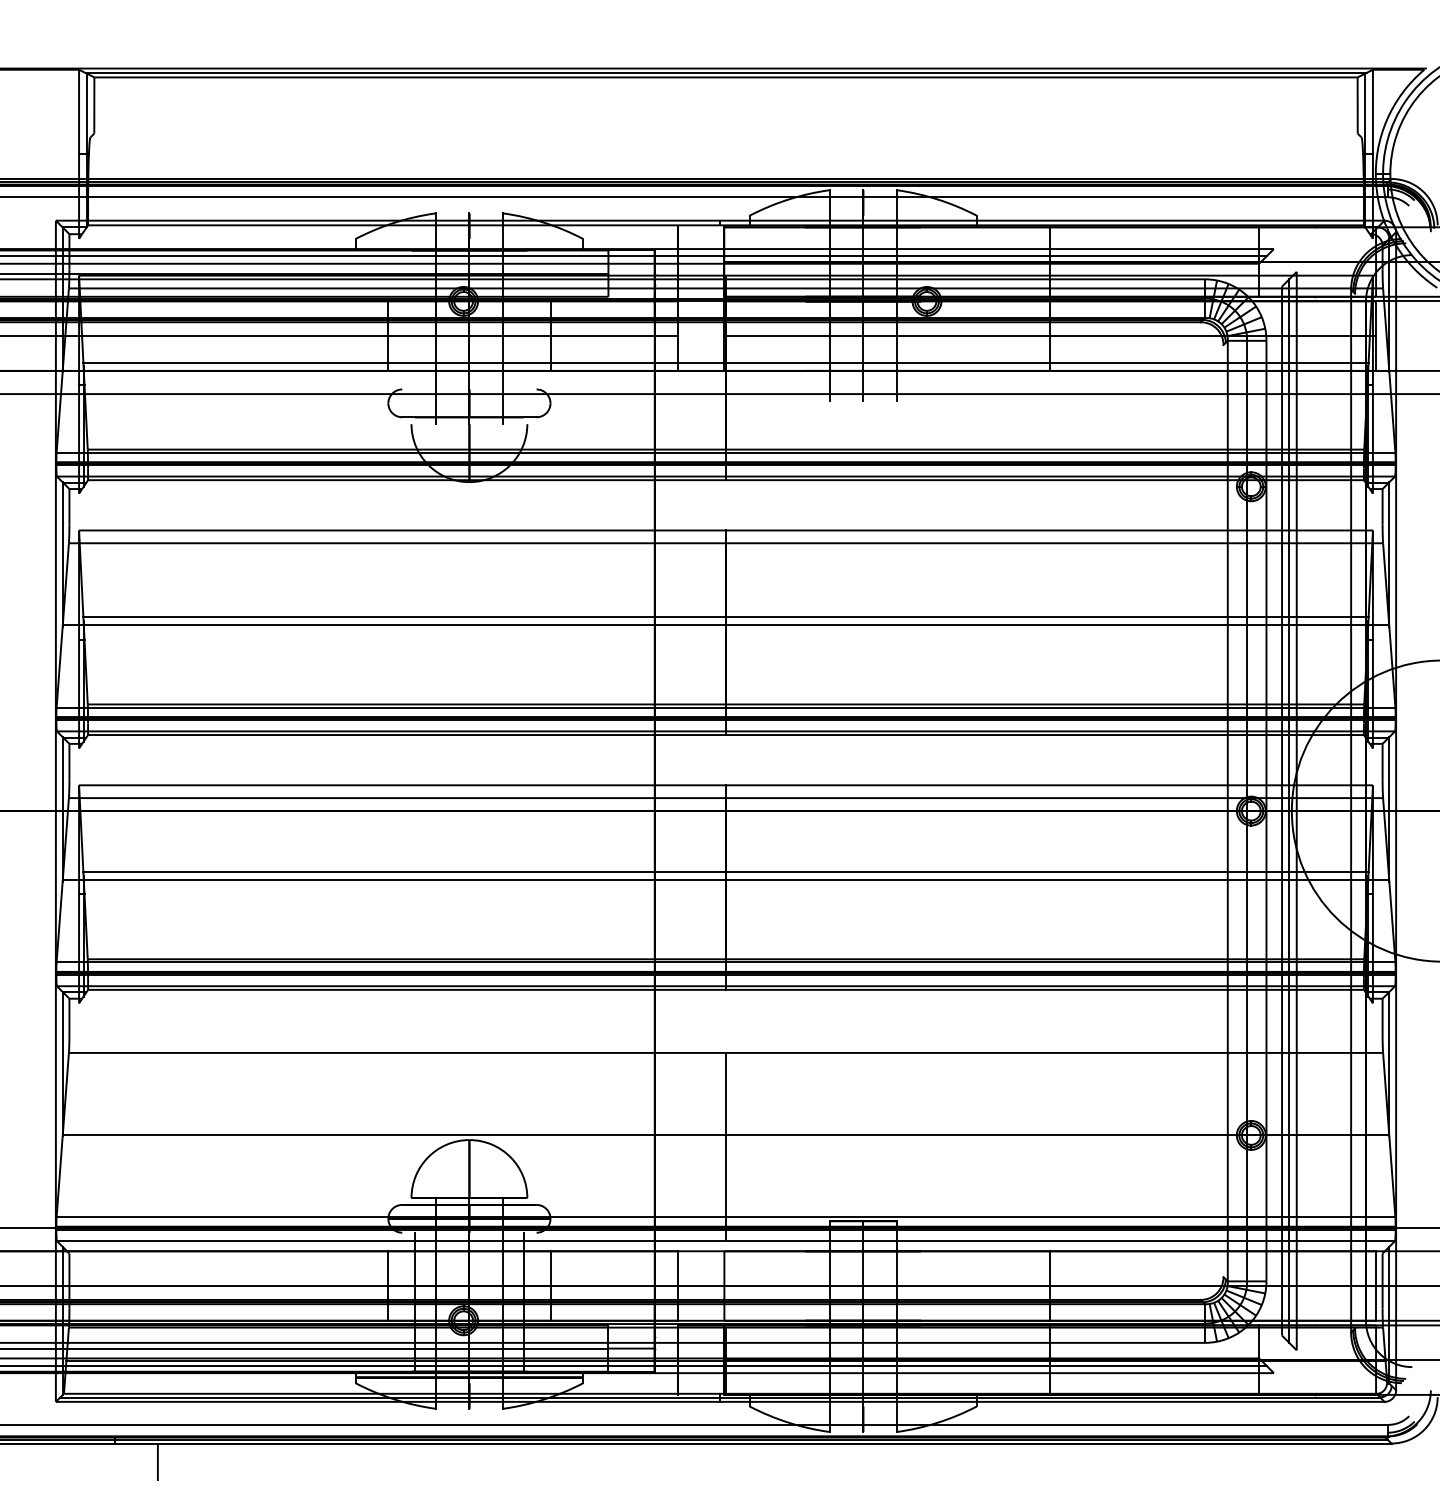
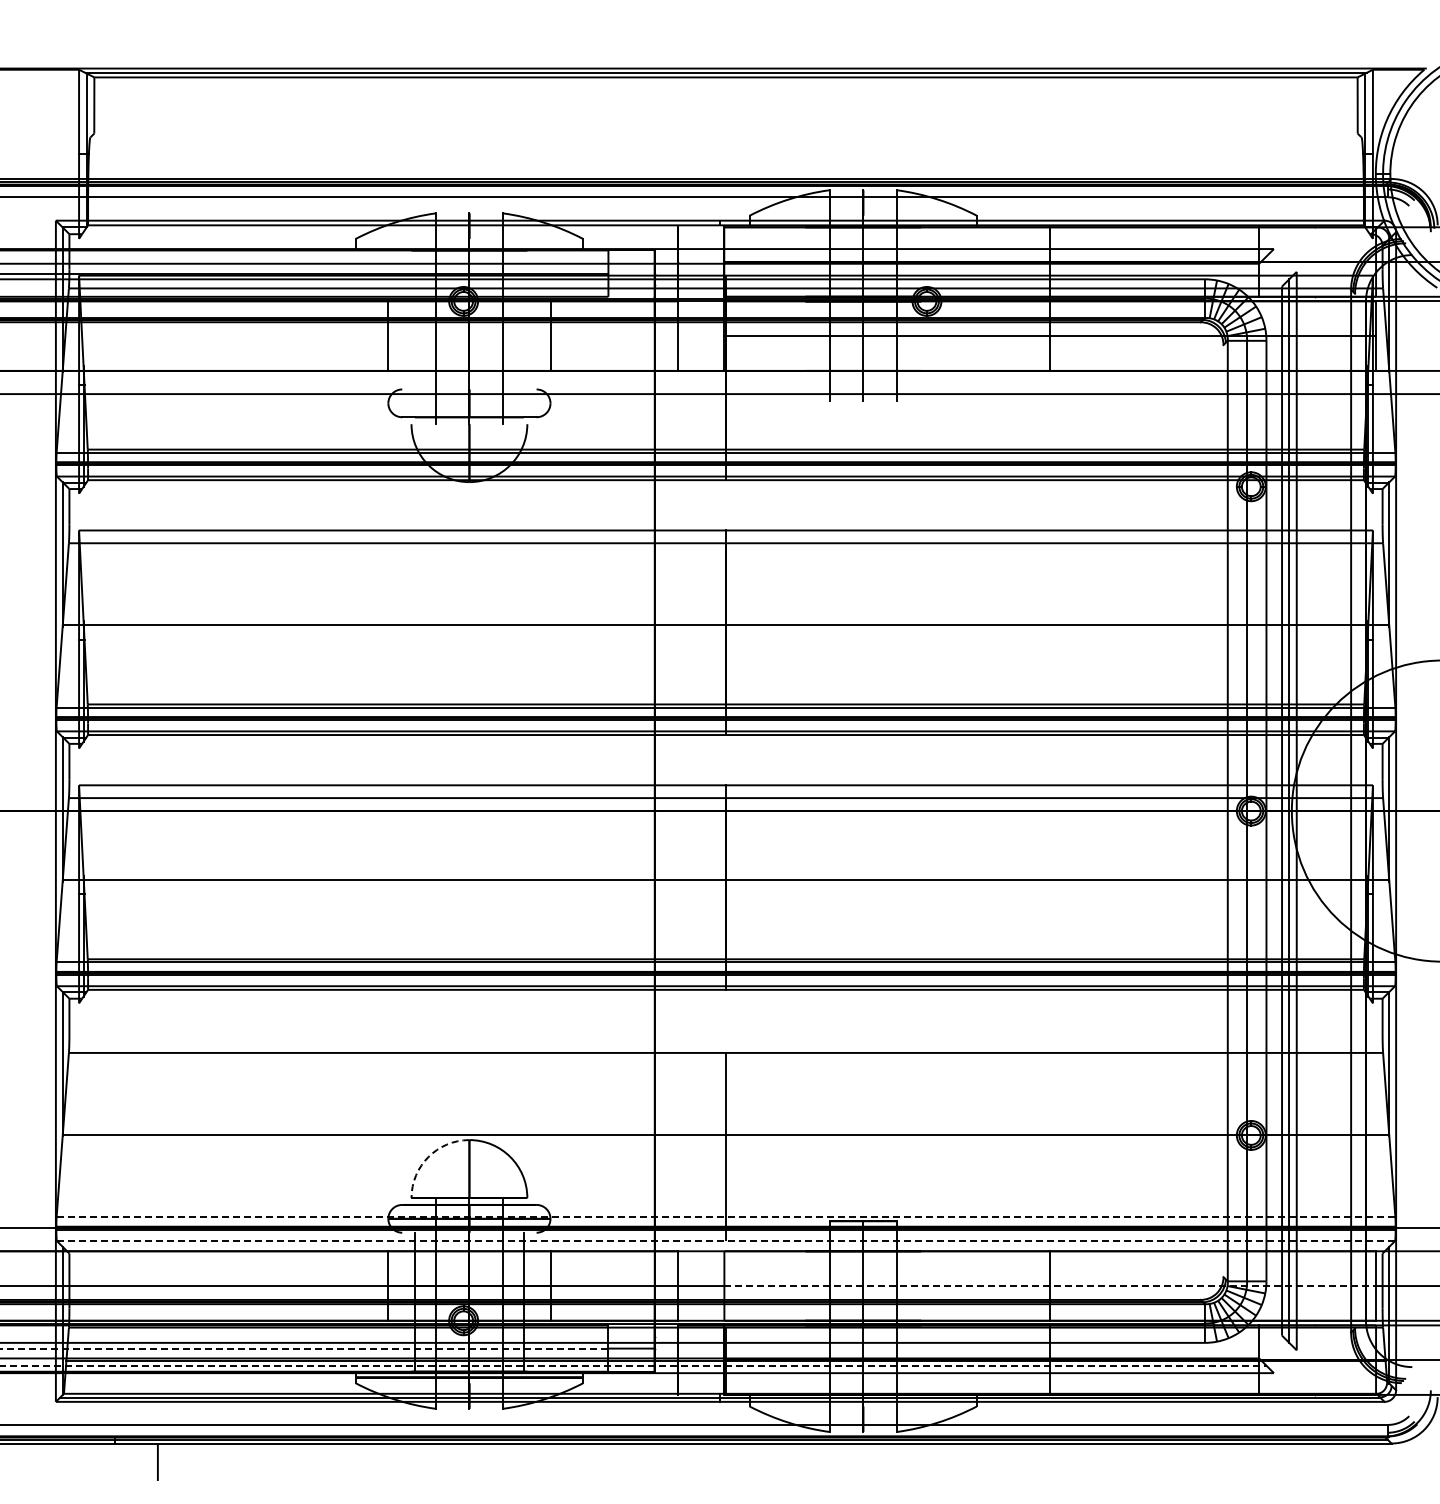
line at (634, 256): present -> none
line at (340, 336): present -> none
line at (725, 362): present -> none
line at (725, 617): present -> none
line at (725, 872): present -> none
arc at (428, 1157): solid -> dashed
line at (726, 1217): solid -> dashed
line at (725, 1241): solid -> dashed
line at (1050, 1286): solid -> dashed
line at (303, 1348): solid -> dashed
line at (633, 1365): solid -> dashed
